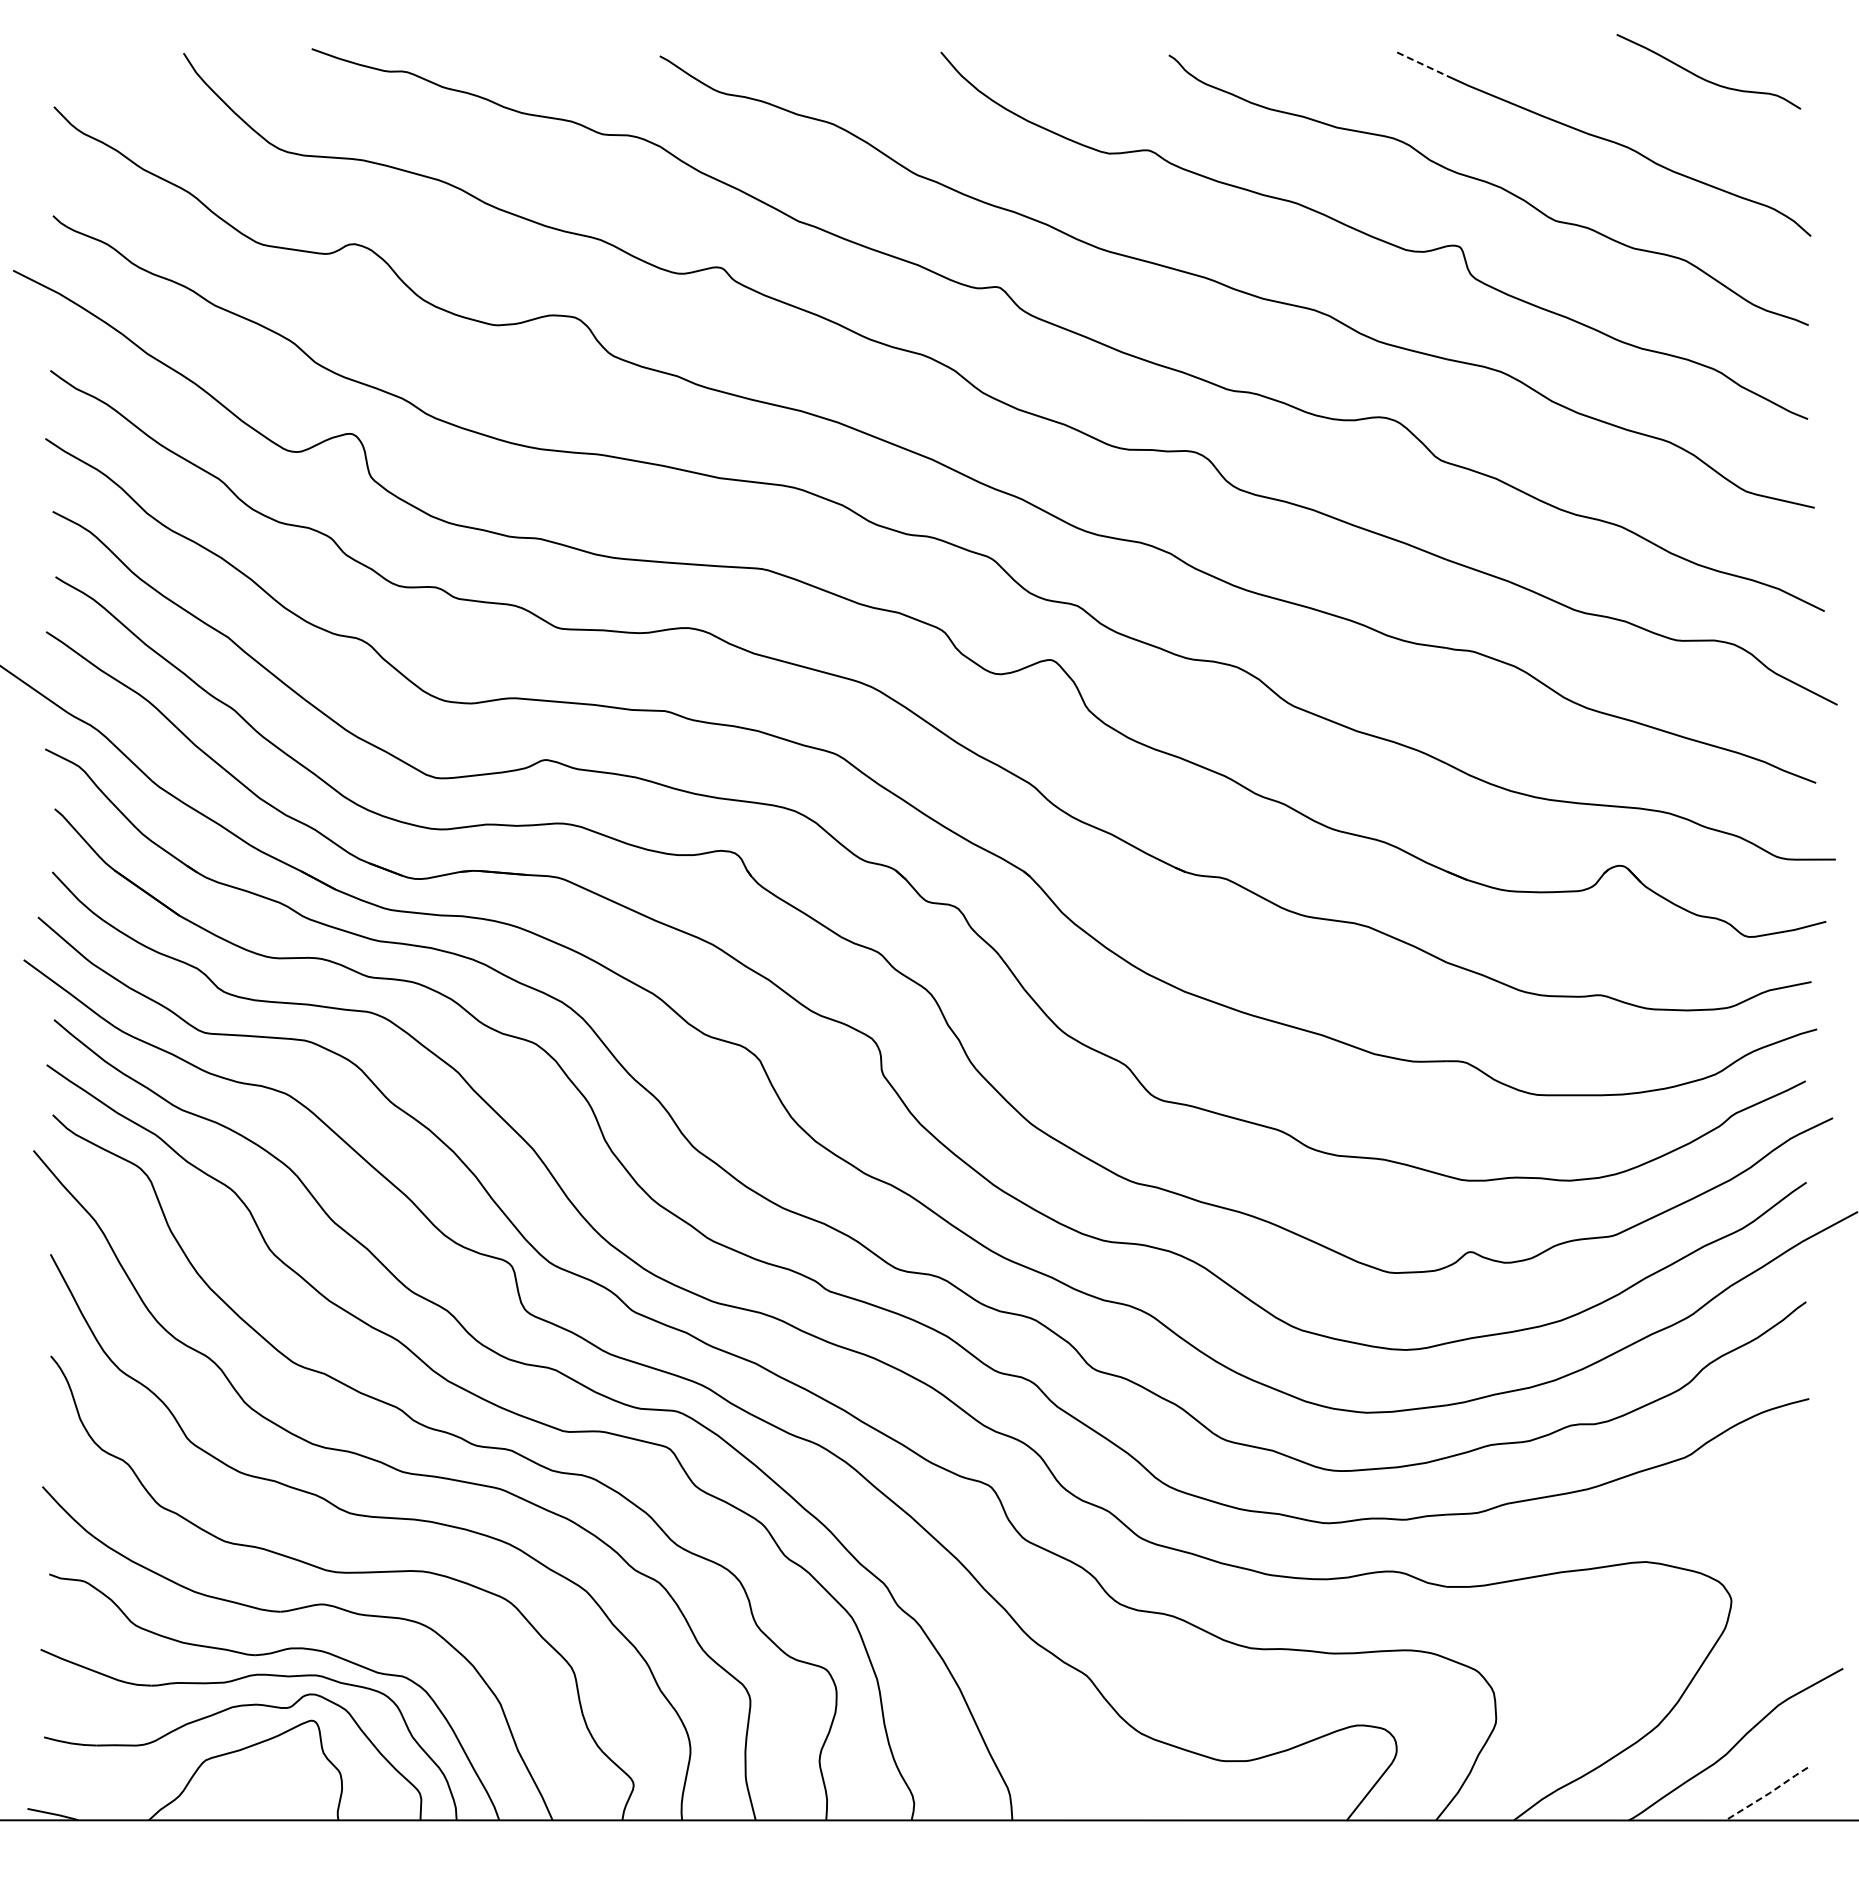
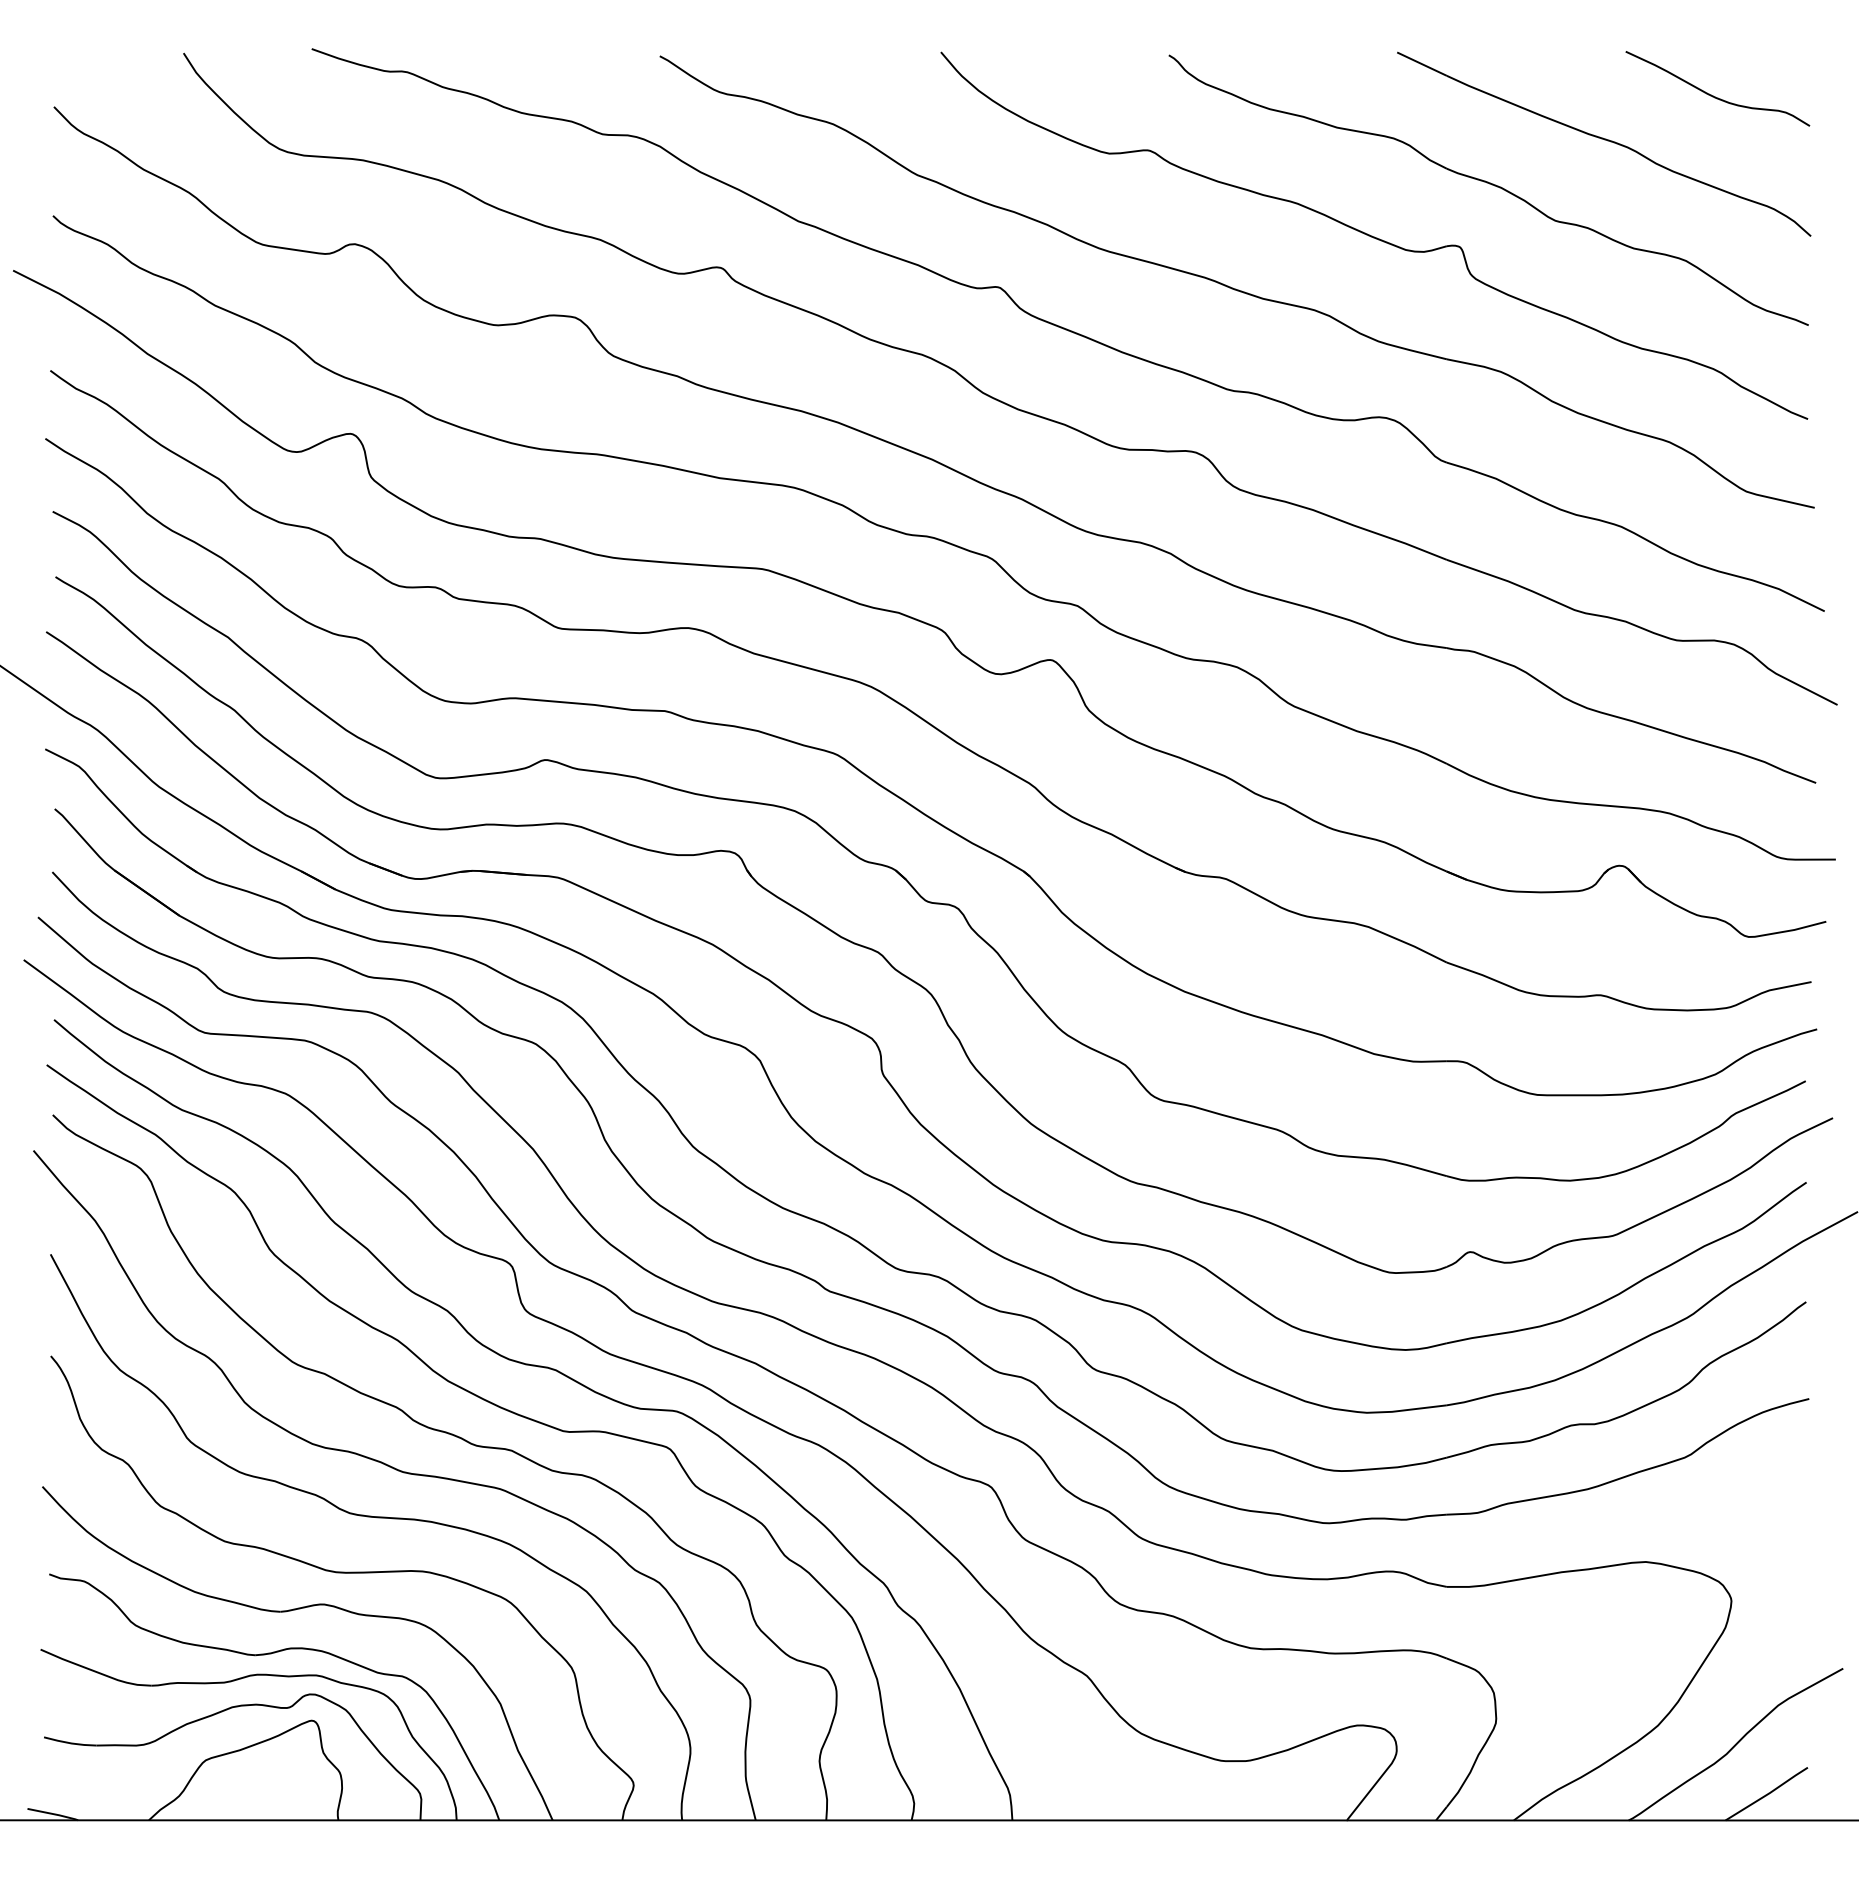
line at (1422, 64): dashed -> solid
curve at (1704, 78) position: (1704, 78) -> (1713, 95)
line at (1767, 1794): dashed -> solid
